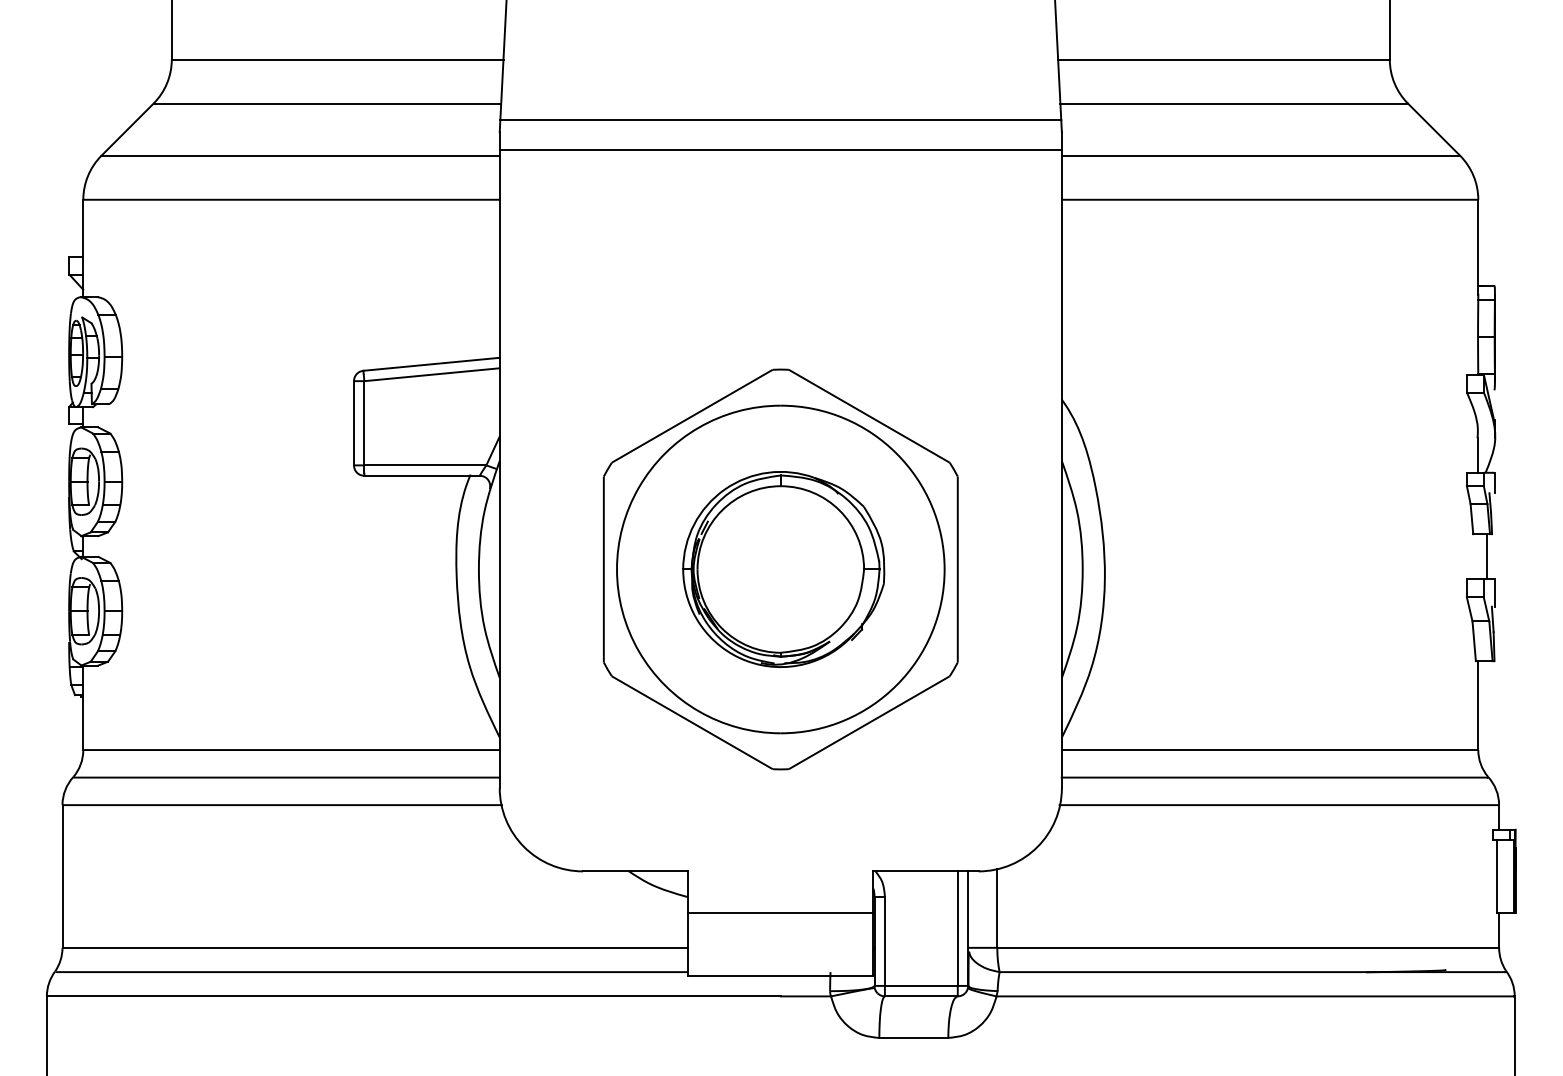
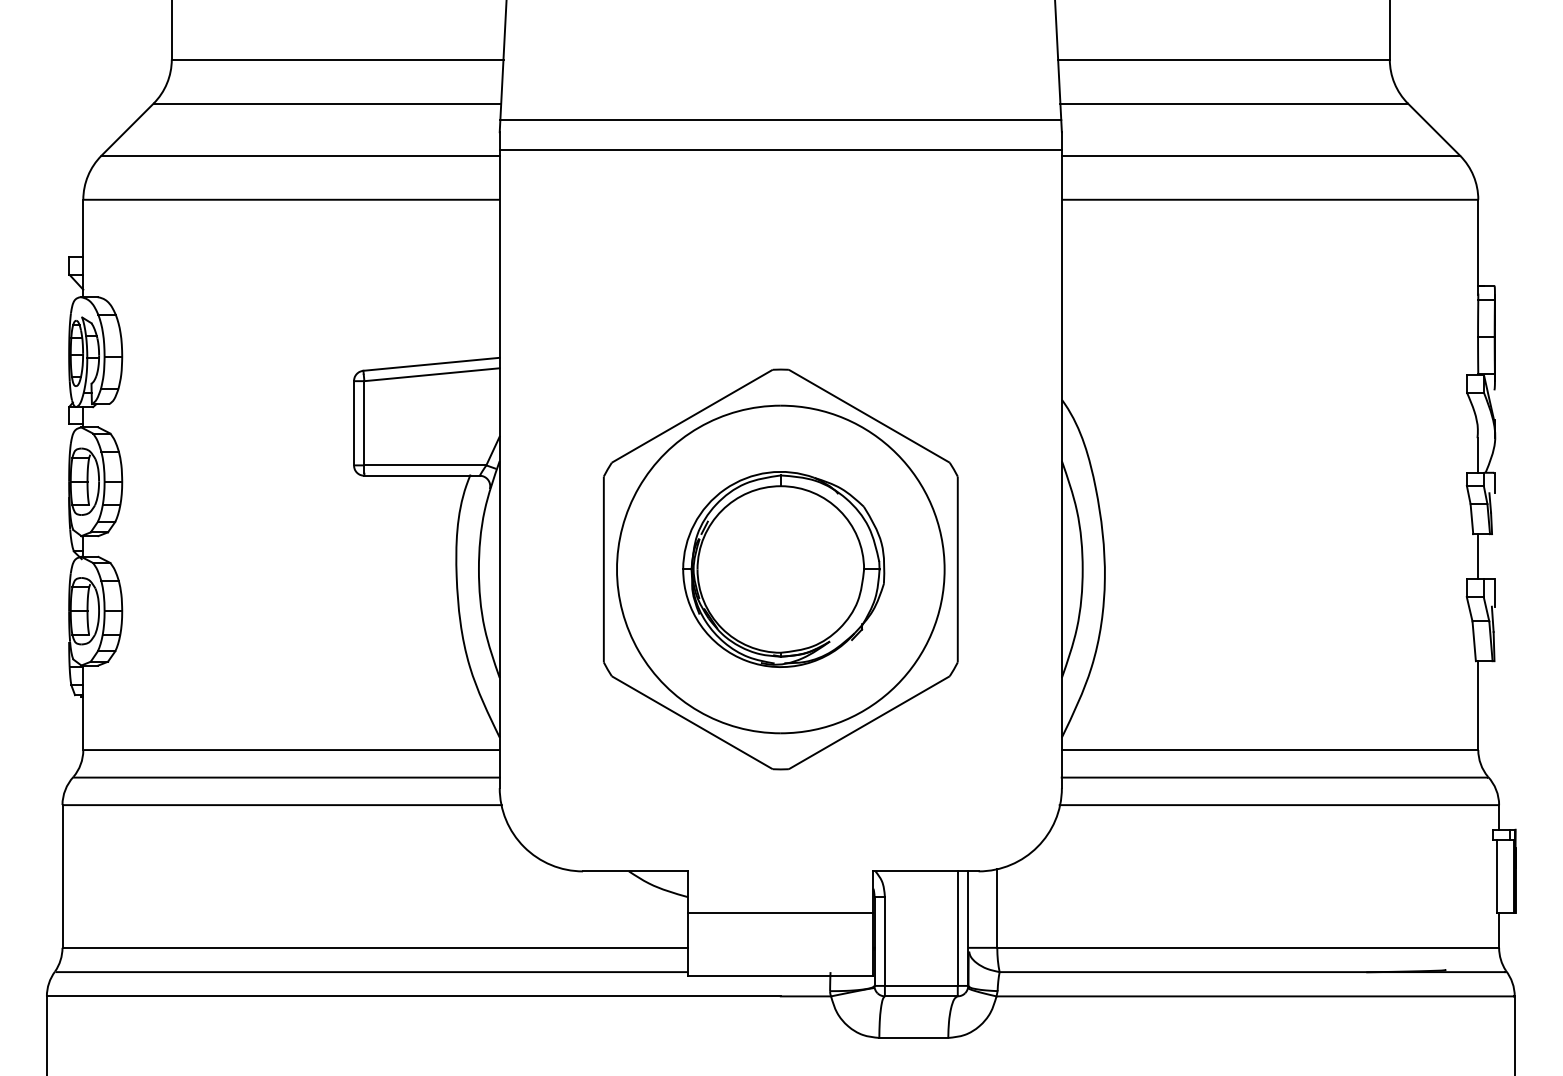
line at (1487, 556) position: (1487, 556) -> (1478, 556)
